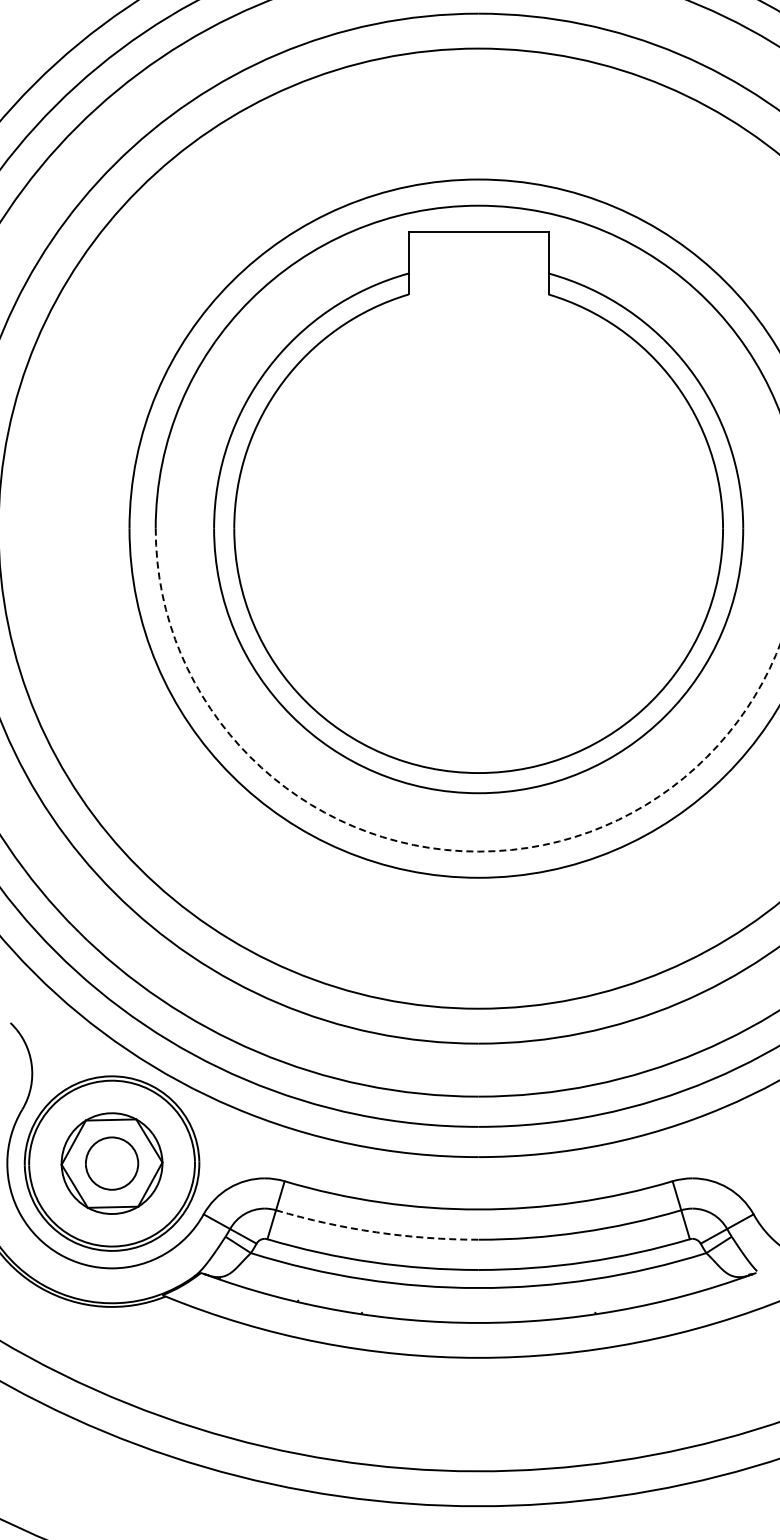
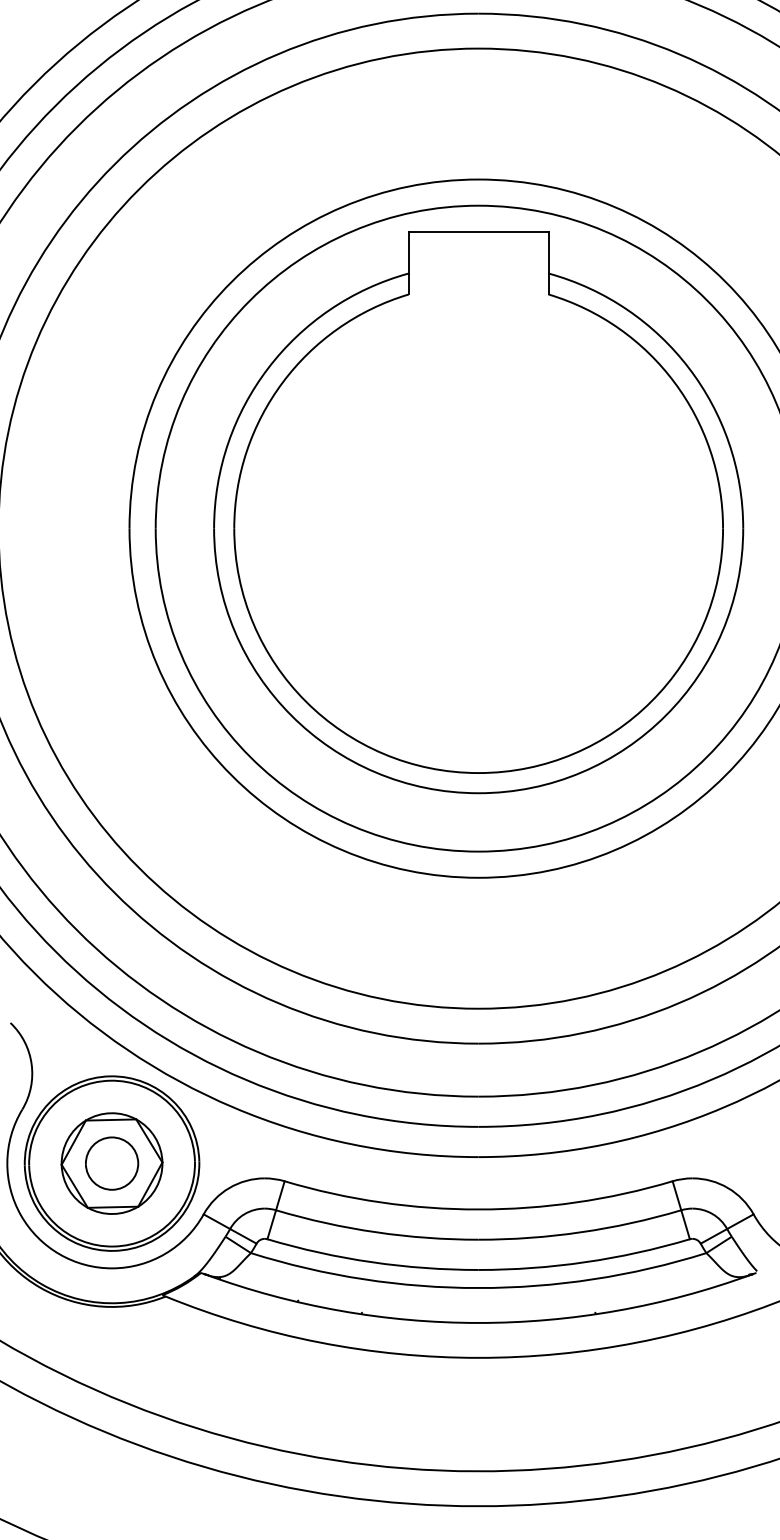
arc at (420, 846): dashed -> solid
arc at (376, 1232): dashed -> solid
